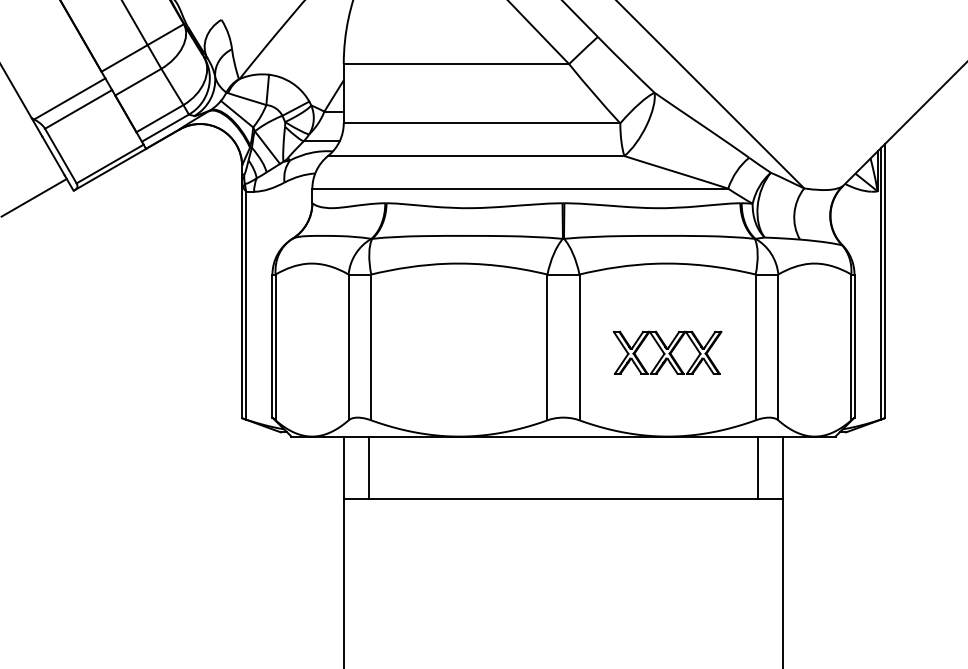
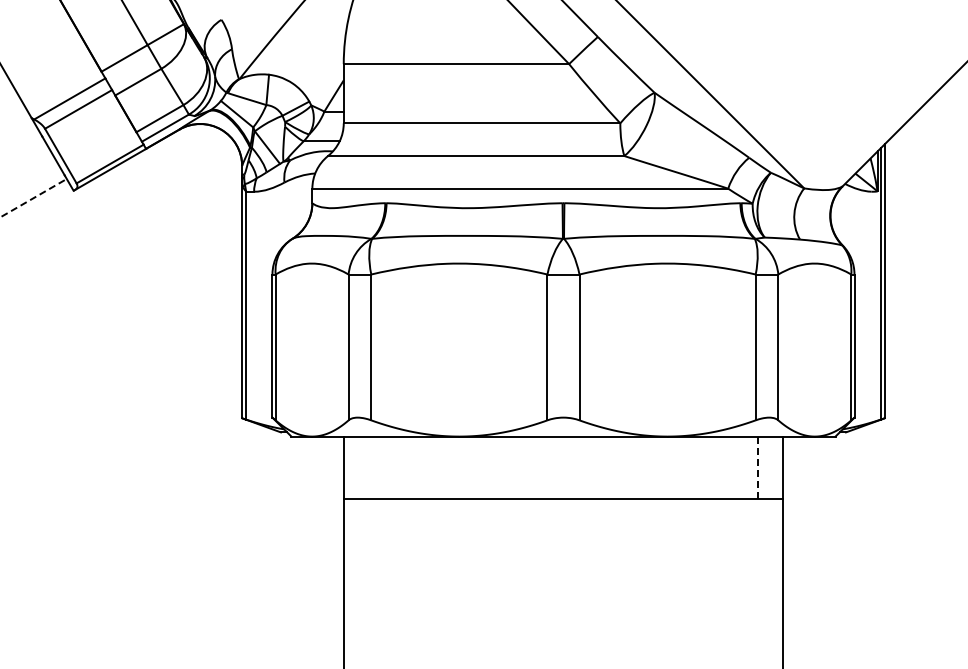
line at (34, 197): solid -> dashed
part at (667, 352): present -> none
line at (368, 467): present -> none
line at (758, 467): solid -> dashed
